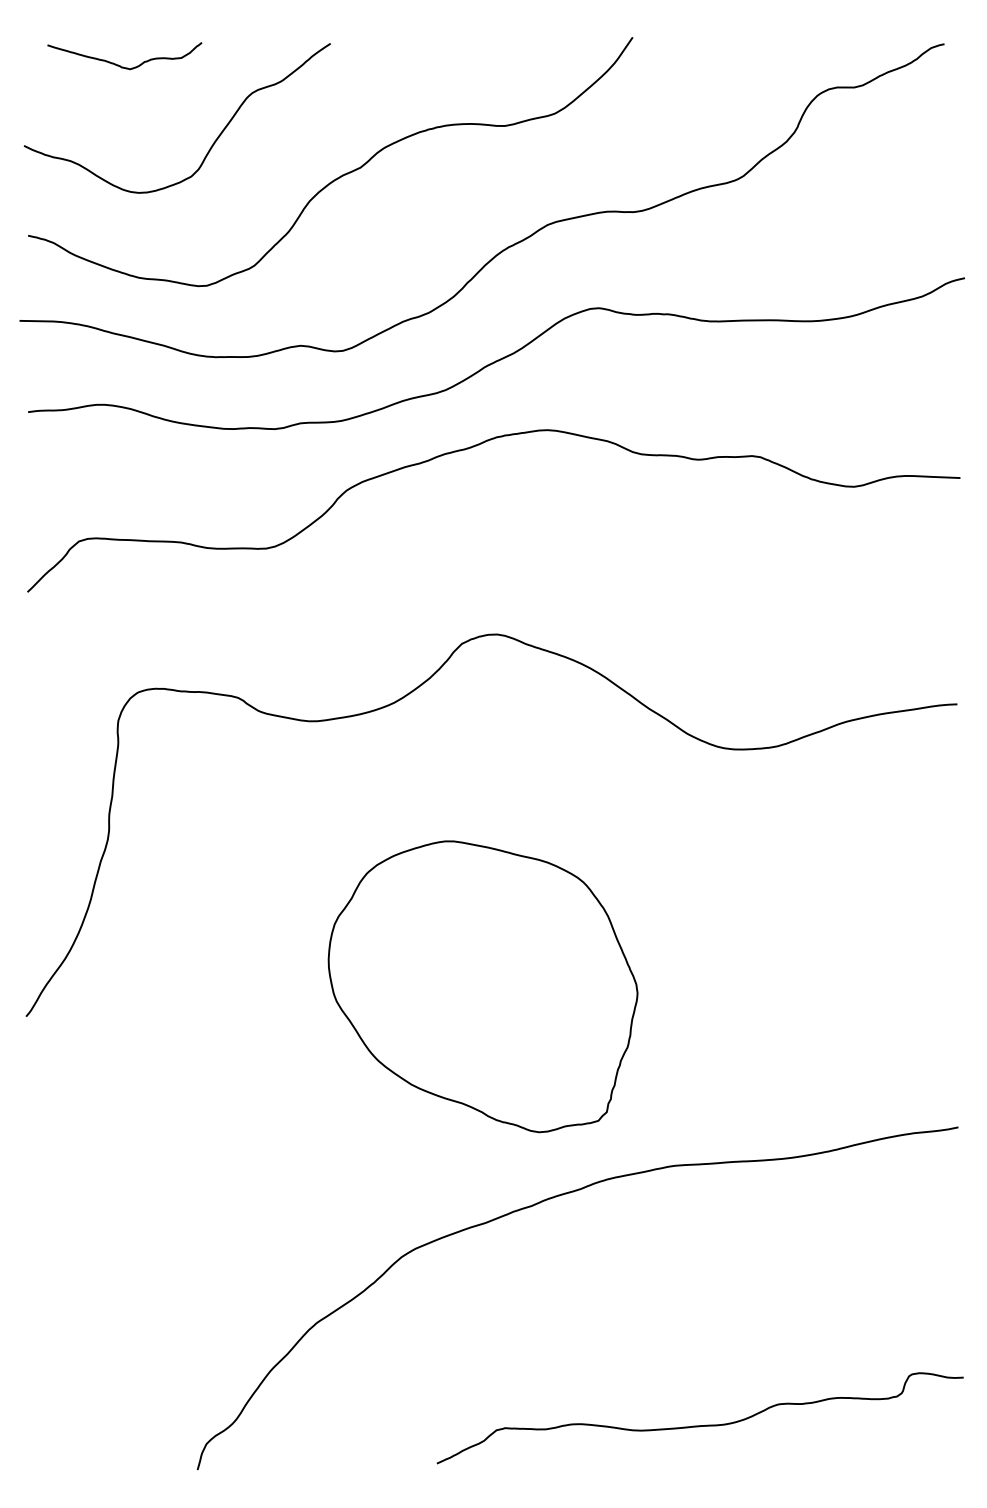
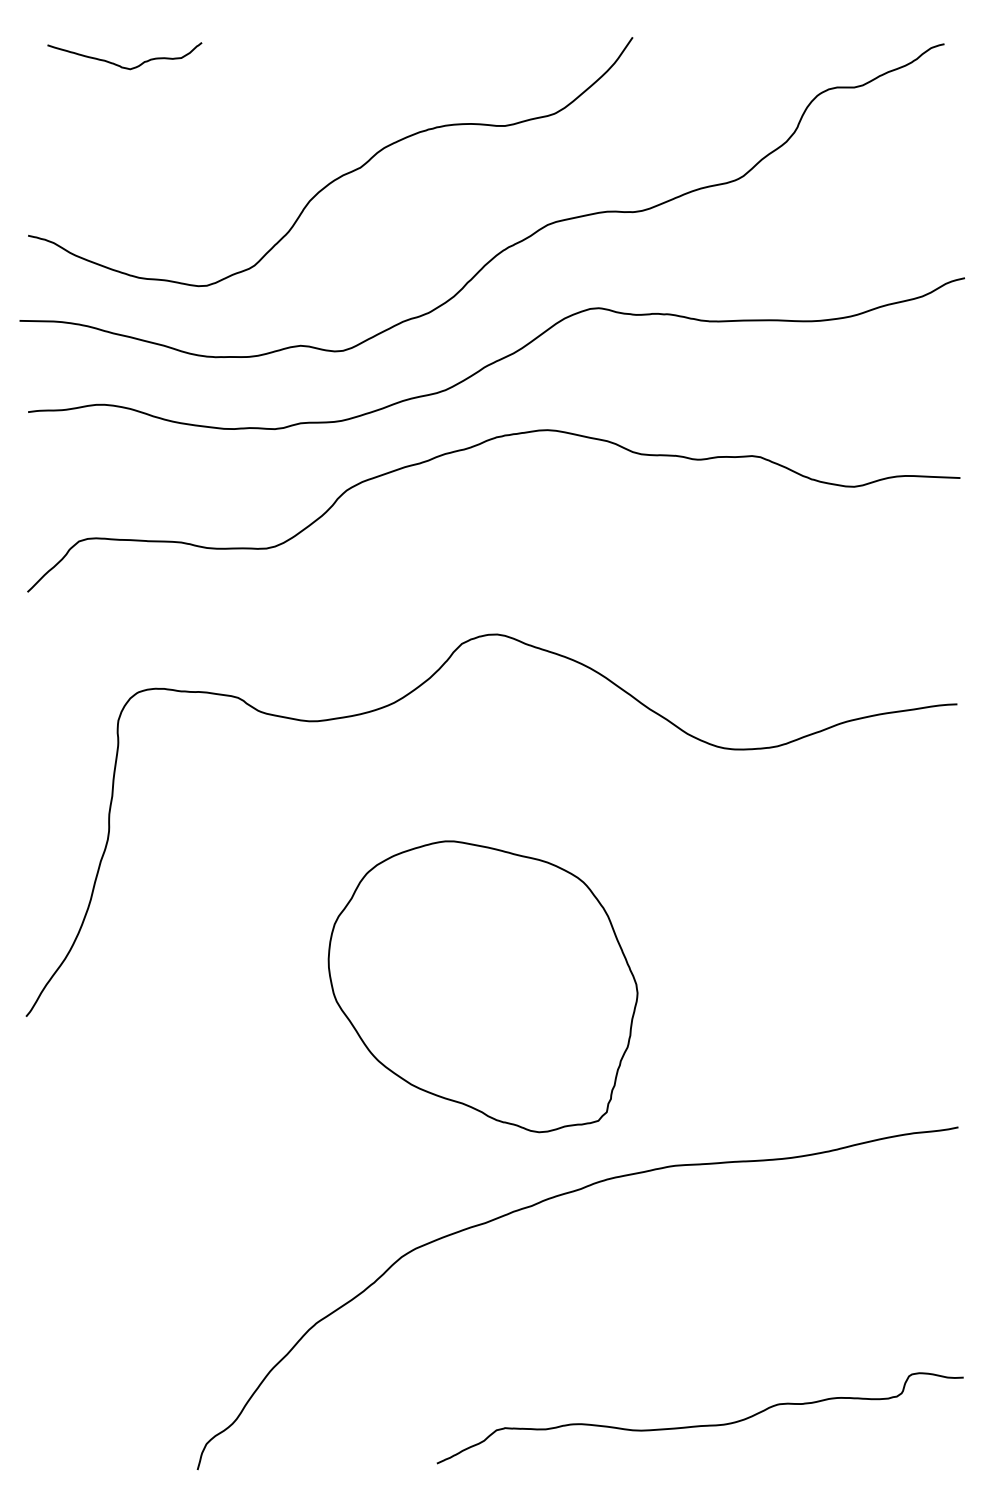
curve at (213, 142): present -> none
